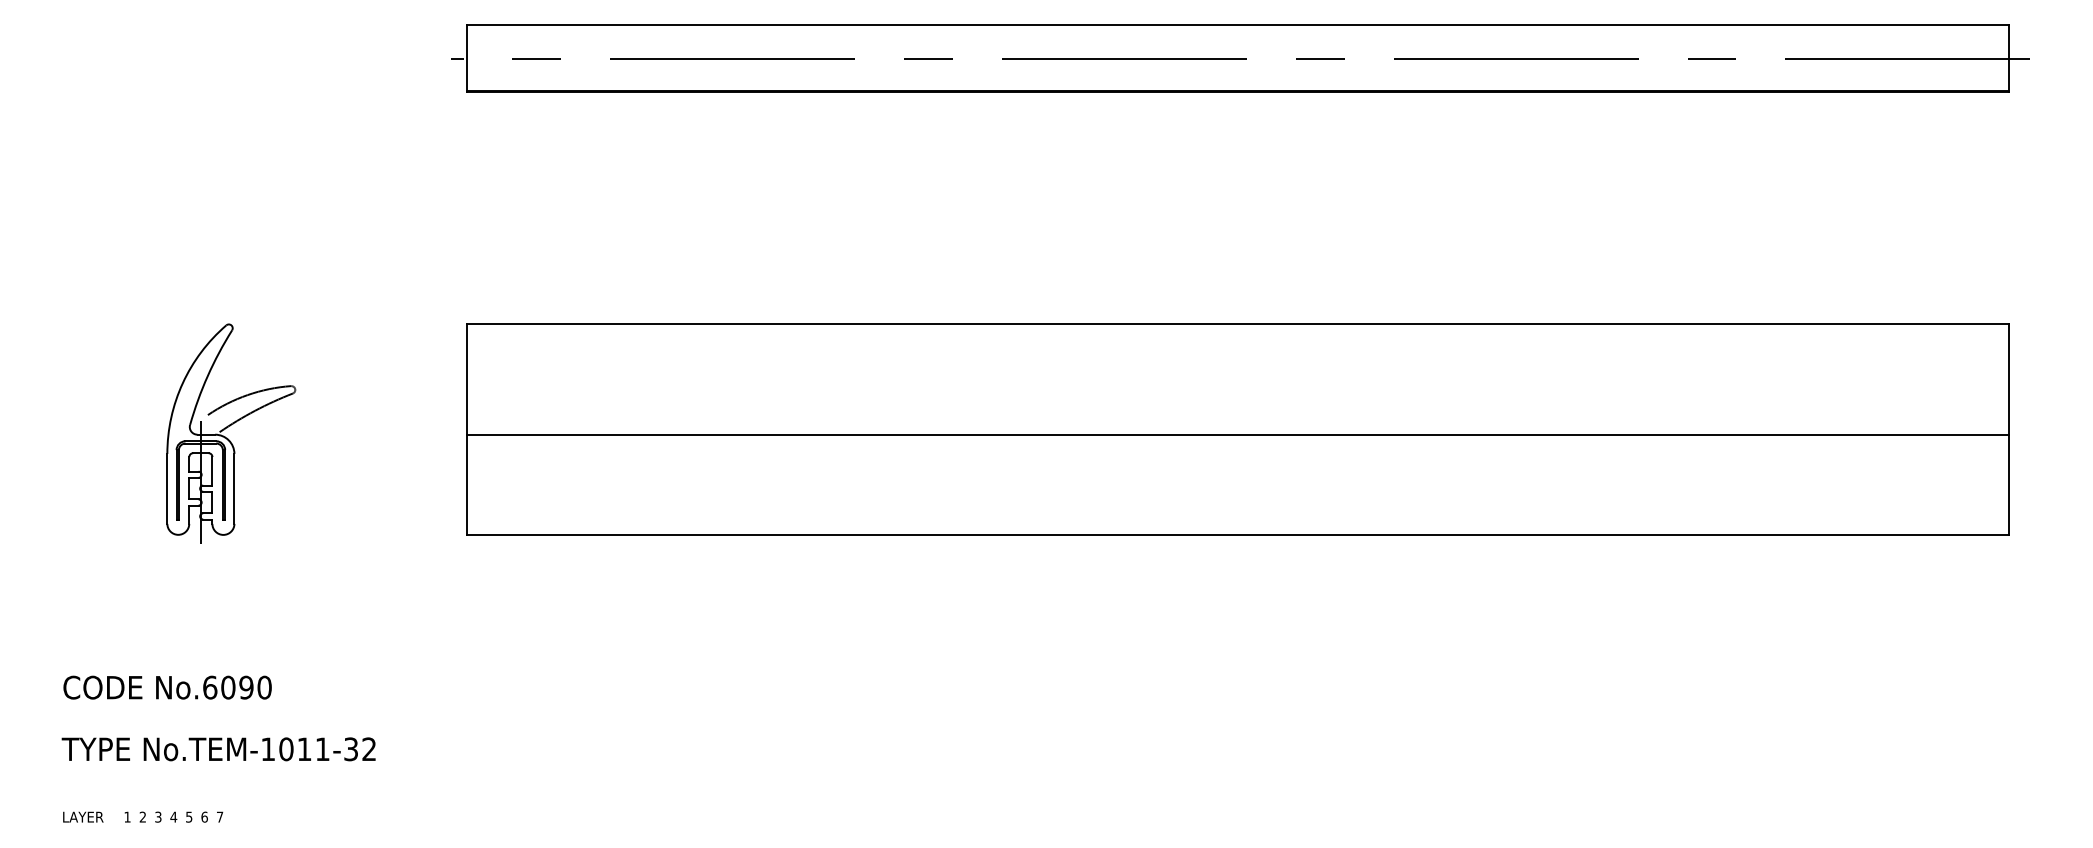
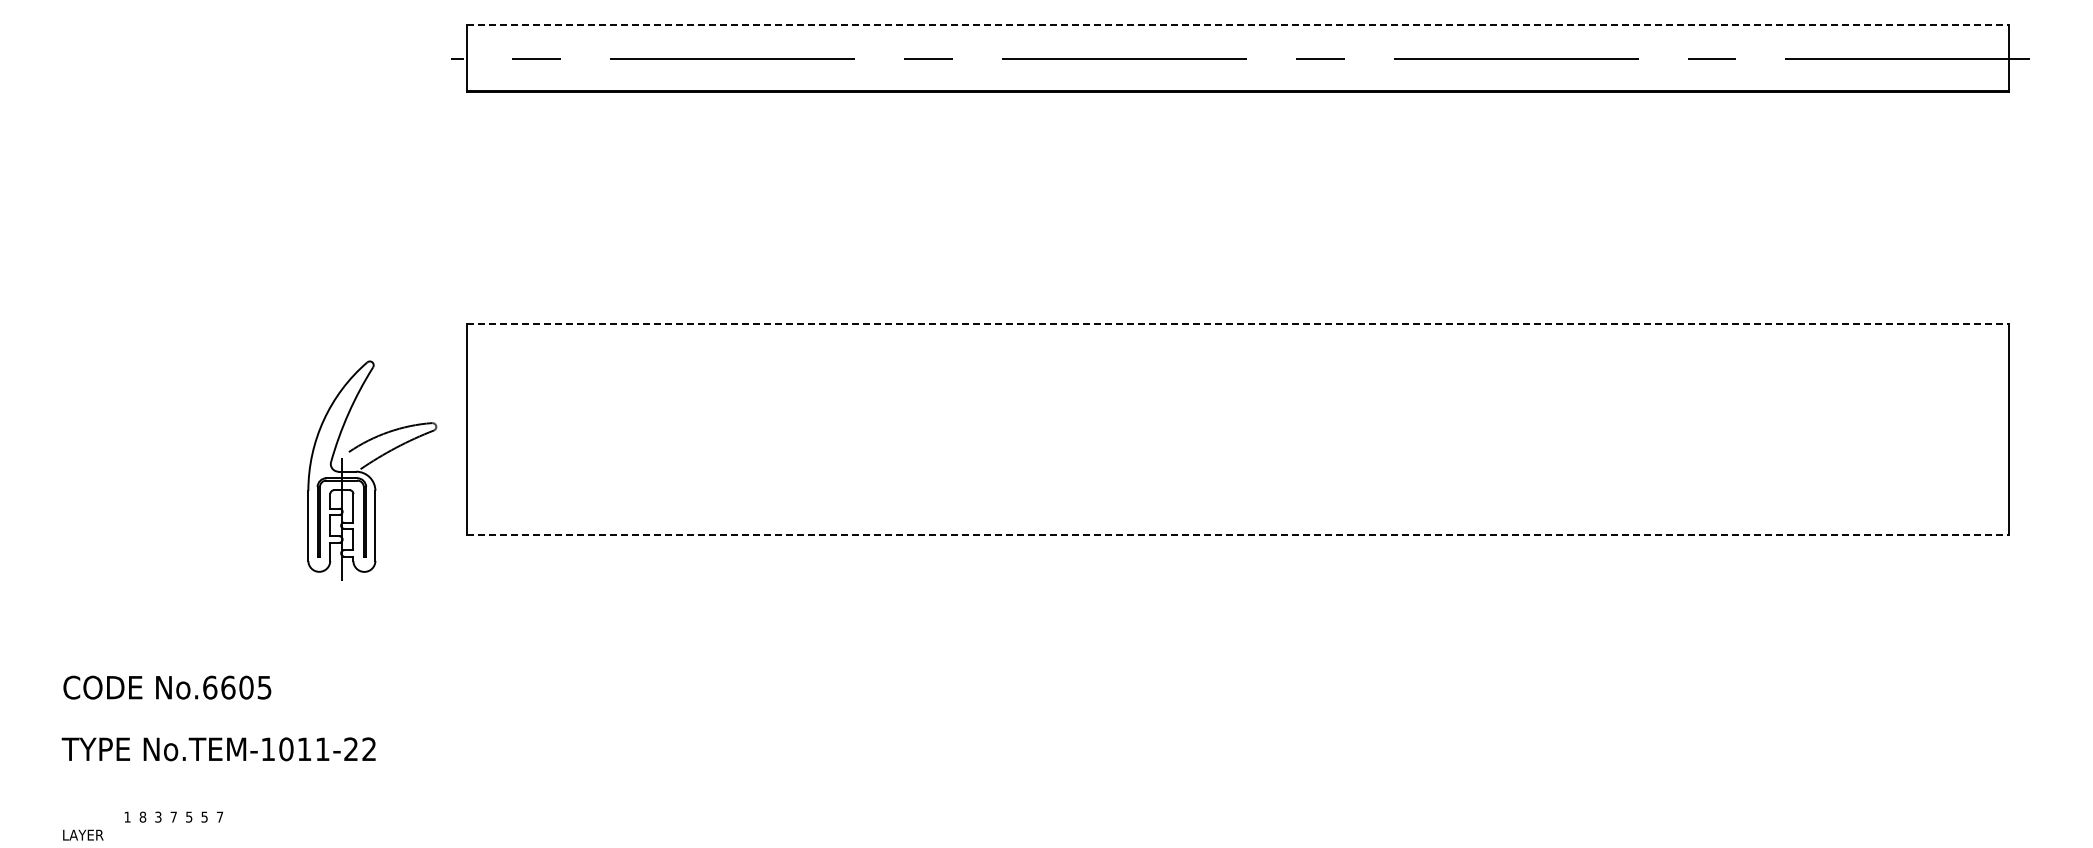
line at (1238, 25): solid -> dashed
line at (1238, 324): solid -> dashed
part at (231, 433) position: (231, 433) -> (372, 470)
line at (1238, 434): present -> none
line at (1238, 534): solid -> dashed
text at (246, 687): No.6090 -> No.6605
text at (350, 749): No.TEM-1011-32 -> No.TEM-1011-22
text at (83, 816) position: (83, 816) -> (83, 834)
text at (142, 816): 2 -> 8
text at (173, 816): 4 -> 7
text at (204, 816): 6 -> 5
